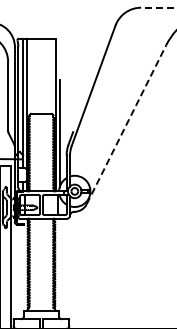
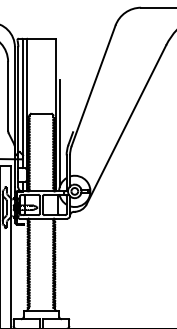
line at (158, 7): dashed -> solid
line at (126, 124): dashed -> solid
